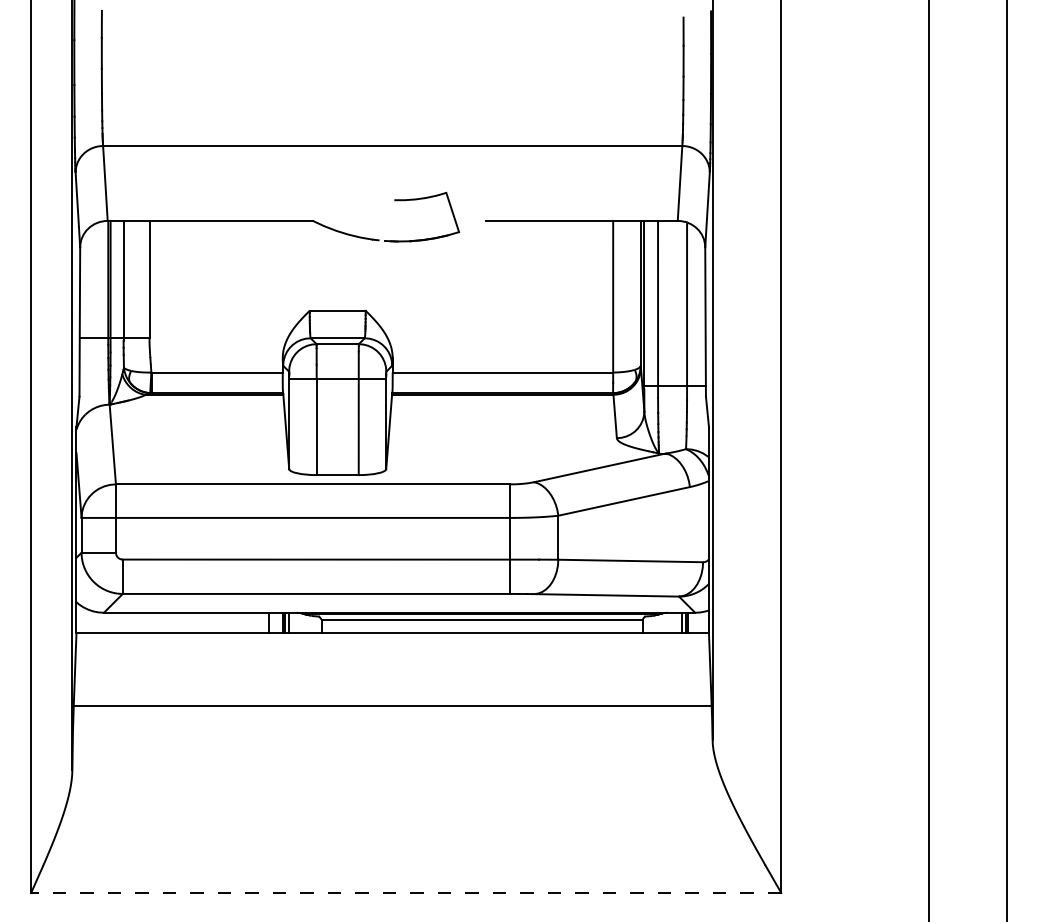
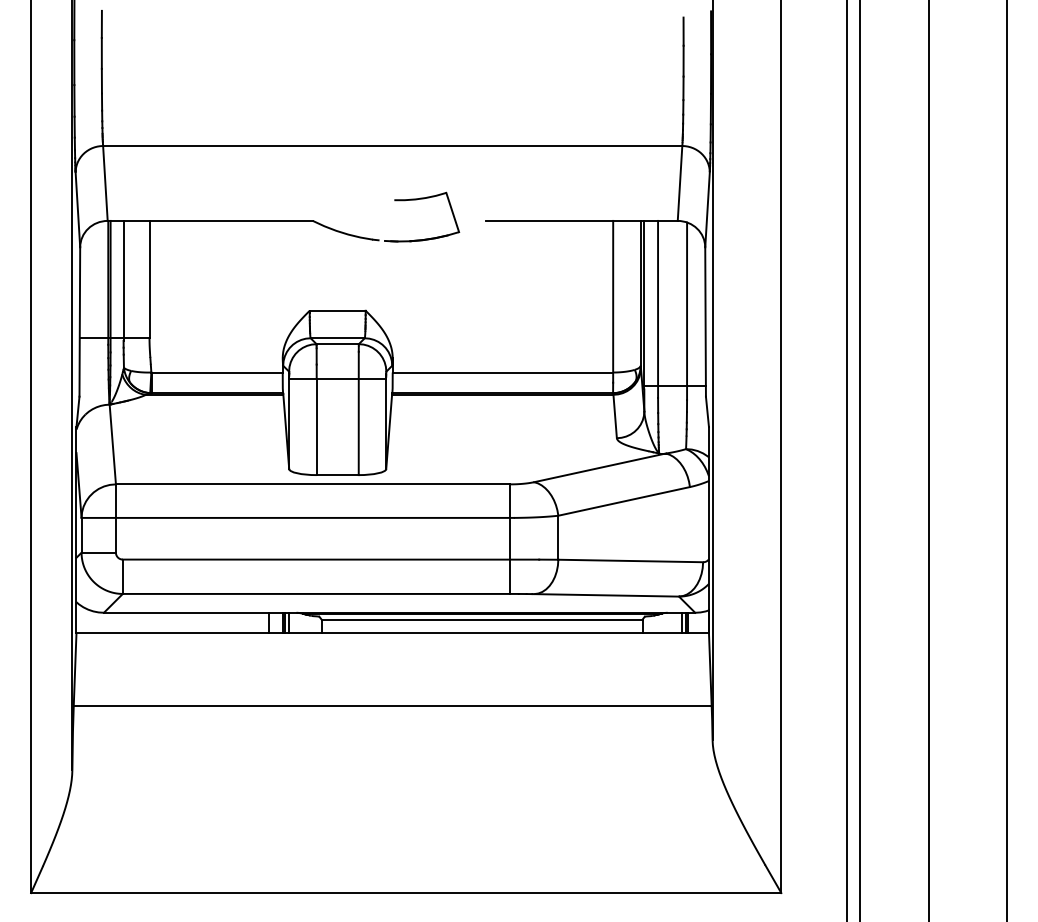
line at (846, 460): none -> present
line at (859, 460): none -> present
line at (405, 893): dashed -> solid
